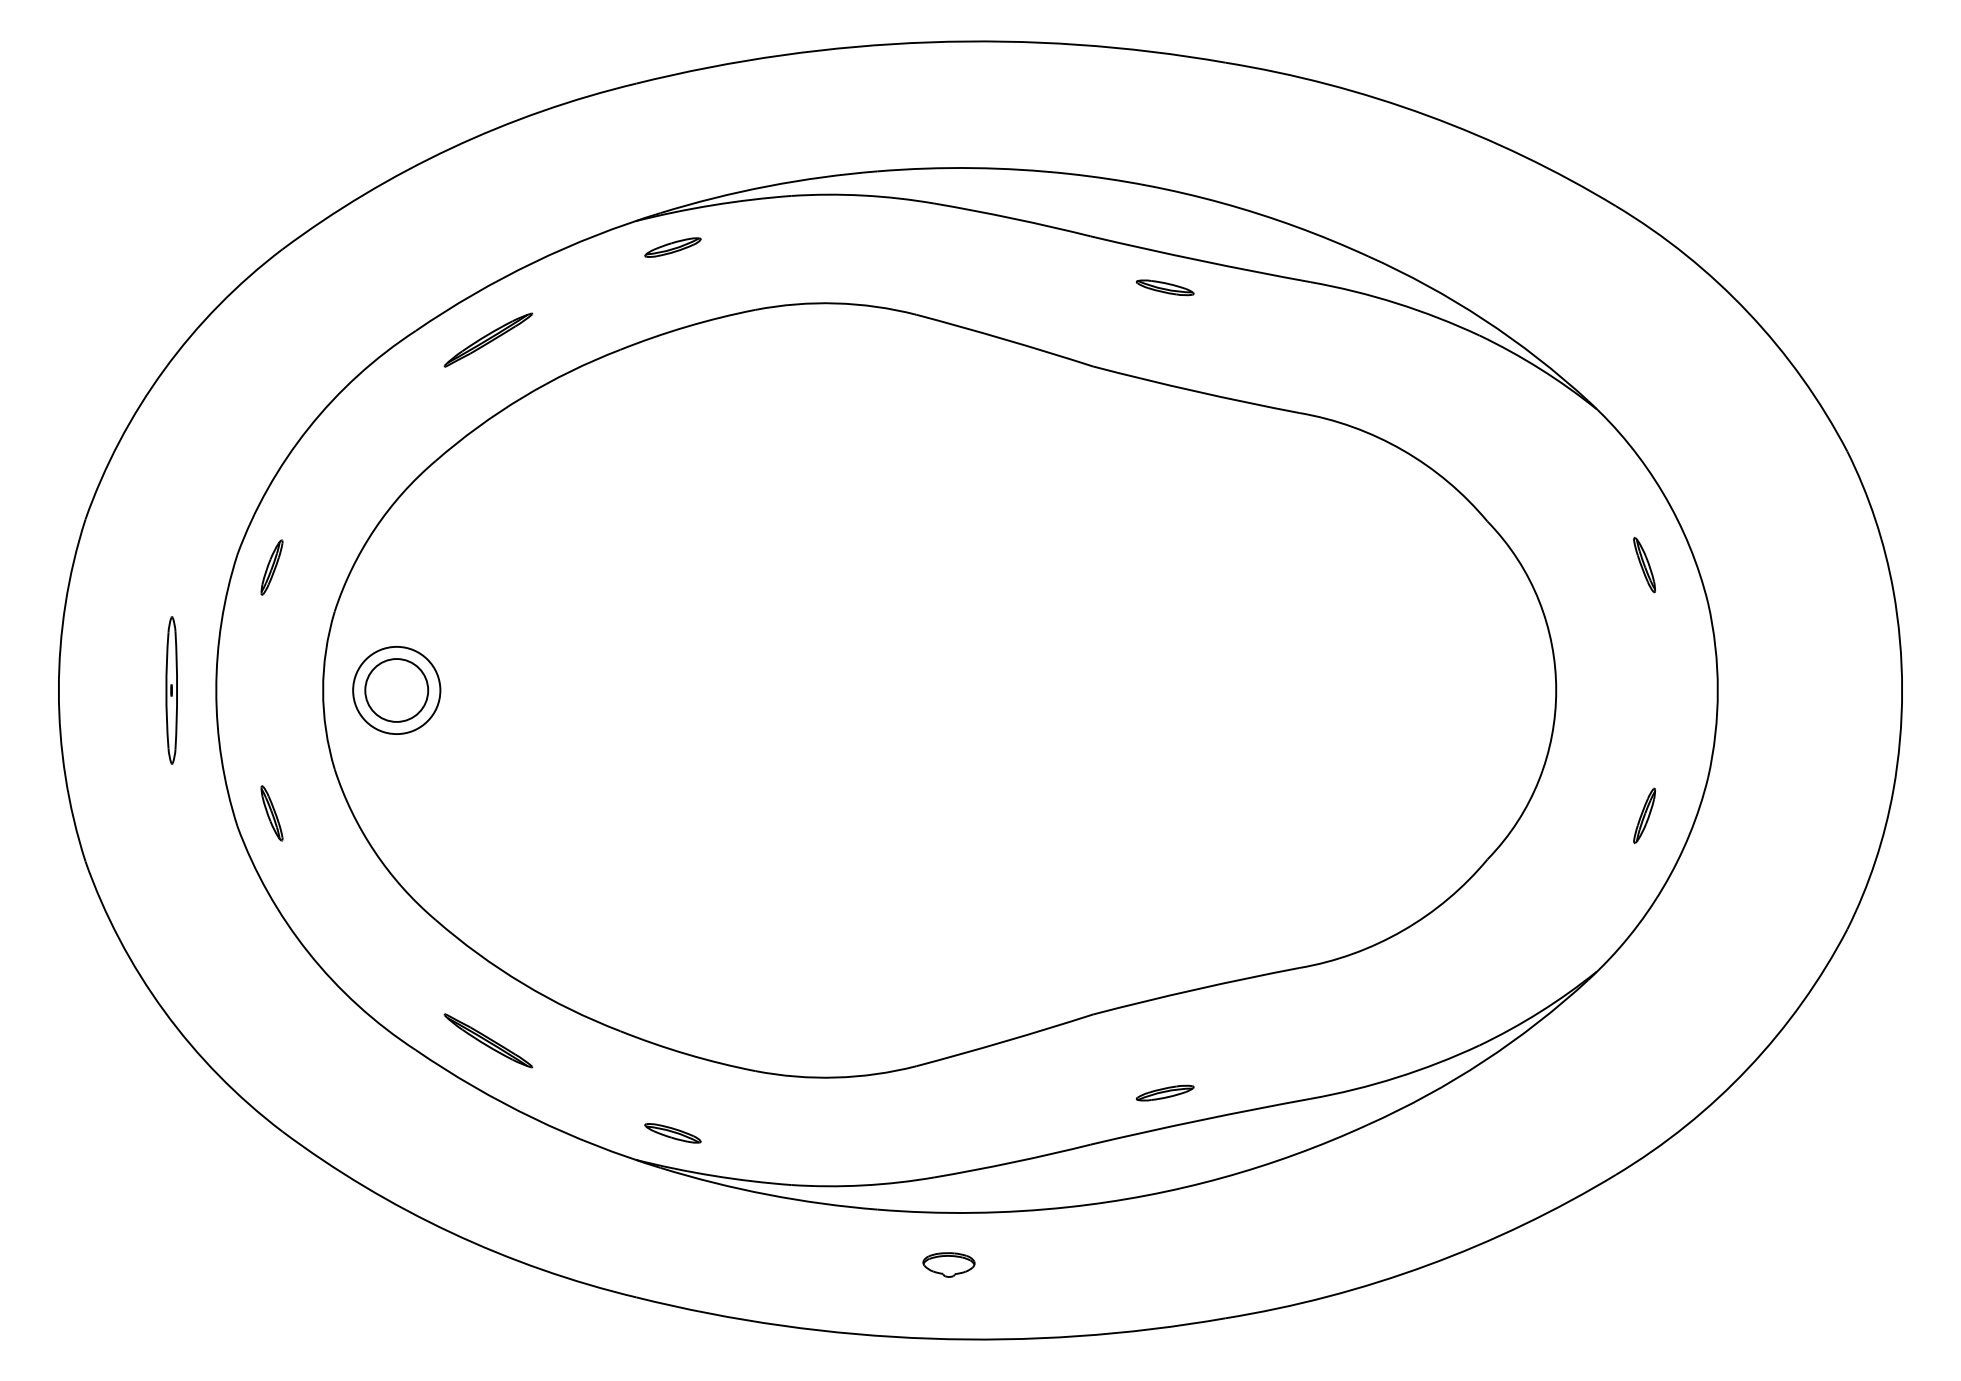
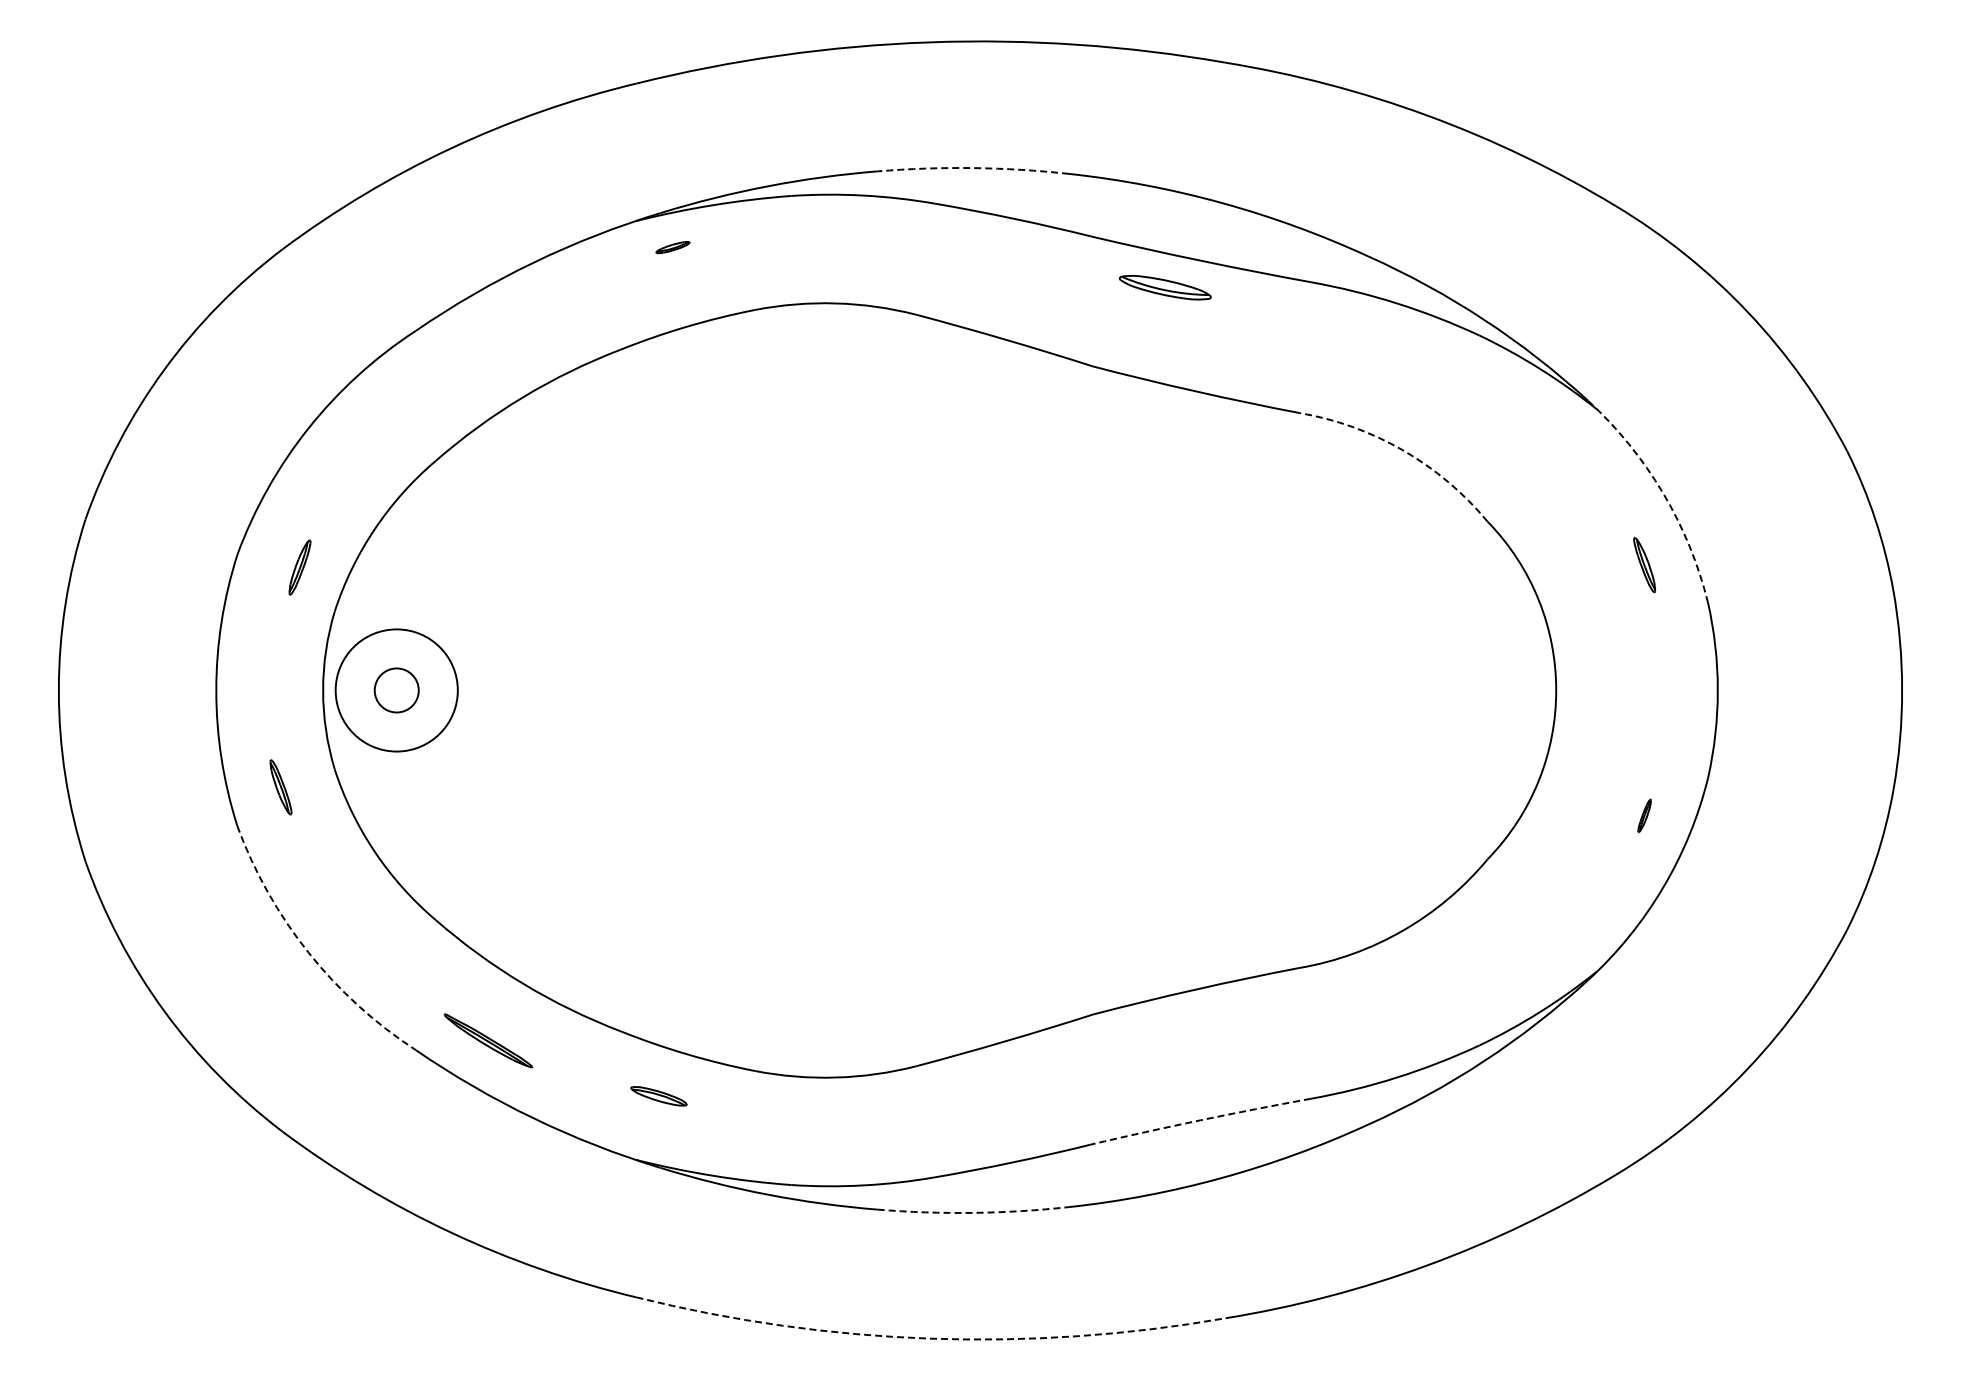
arc at (973, 168): solid -> dashed
part at (672, 247) size: 58x21 px -> 36x14 px
part at (1164, 287) size: 60x18 px -> 93x26 px
part at (488, 339): present -> none
arc at (1403, 450): solid -> dashed
arc at (1663, 493): solid -> dashed
part at (271, 567) position: (271, 567) -> (299, 567)
part at (171, 690): present -> none
circle at (396, 690) diameter: 63 px -> 44 px
circle at (396, 690) diameter: 87 px -> 122 px
part at (271, 813) position: (271, 813) -> (280, 787)
part at (1644, 815) size: 23x58 px -> 15x36 px
arc at (308, 952): solid -> dashed
part at (1164, 1092): present -> none
arc at (1200, 1120): solid -> dashed
part at (672, 1133) position: (672, 1133) -> (658, 1096)
arc at (973, 1212): solid -> dashed
part at (948, 1264): present -> none
arc at (929, 1338): solid -> dashed
